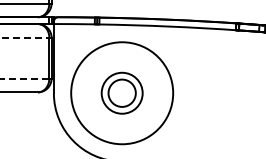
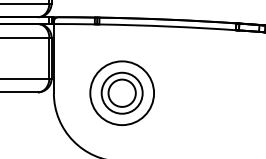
line at (25, 37): dashed -> solid
line at (24, 78): dashed -> solid
circle at (122, 93) diameter: 102 px -> 64 px
